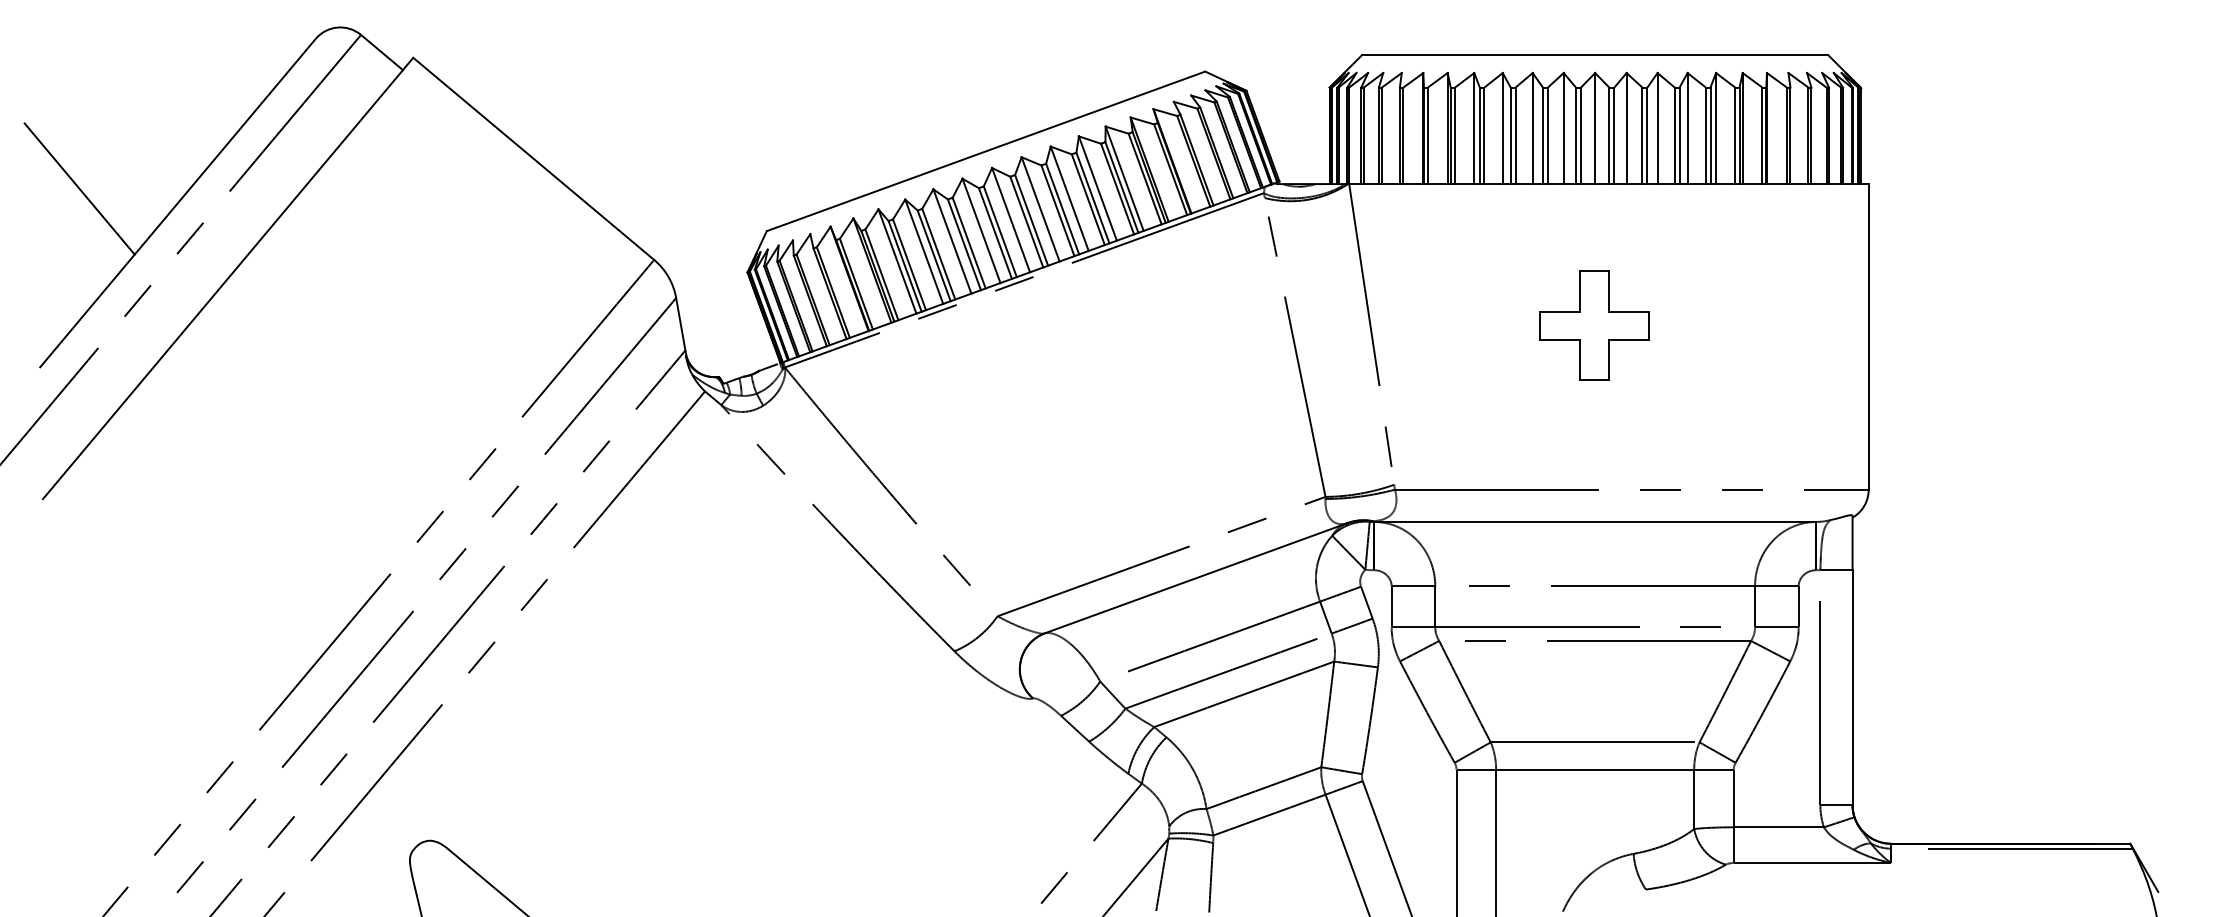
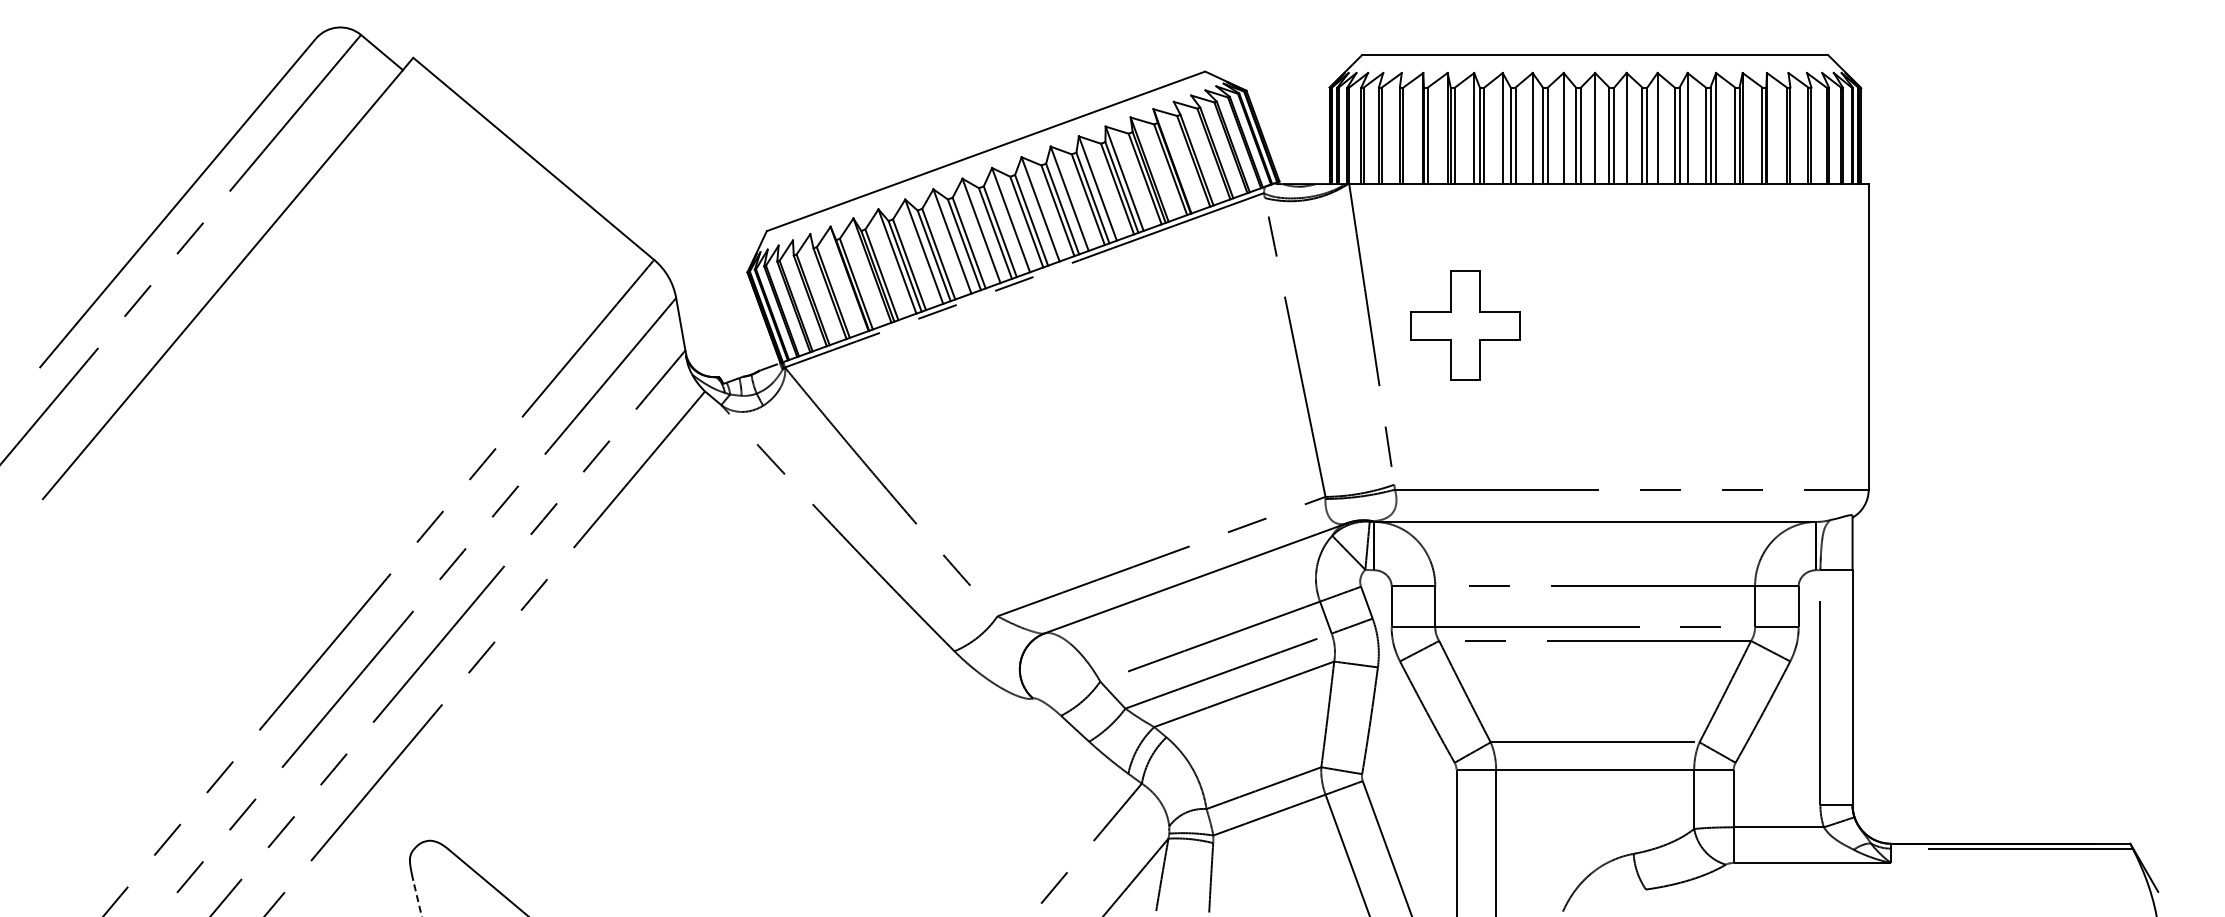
line at (79, 188): present -> none
part at (1594, 325) position: (1594, 325) -> (1465, 325)
line at (417, 898): solid -> dashed
